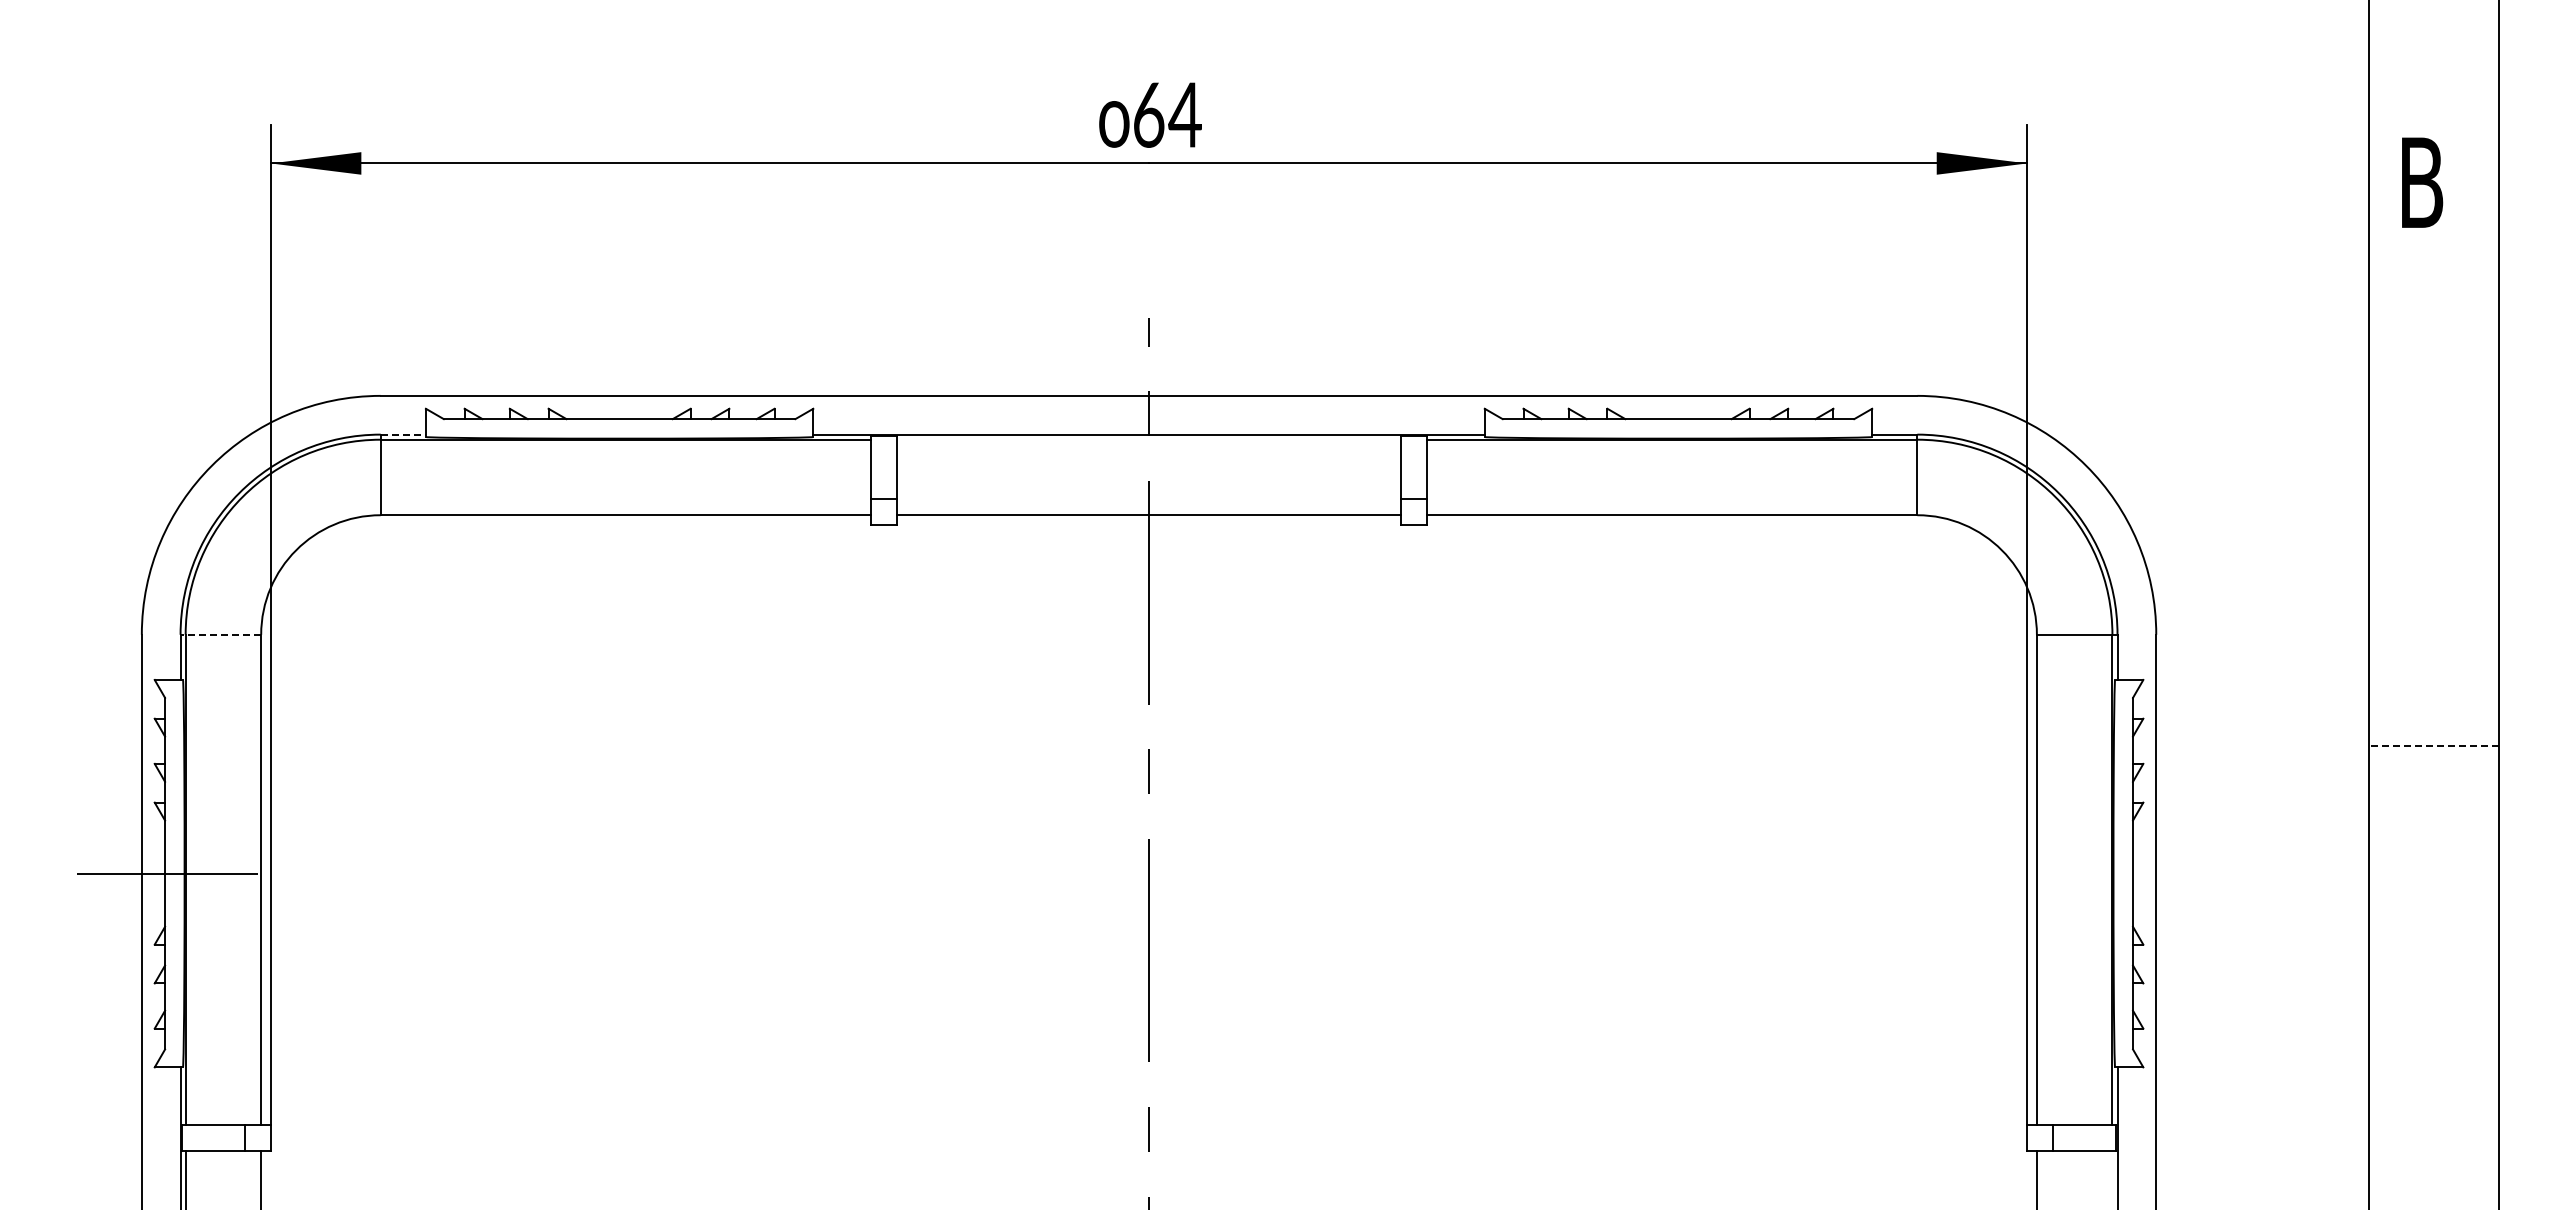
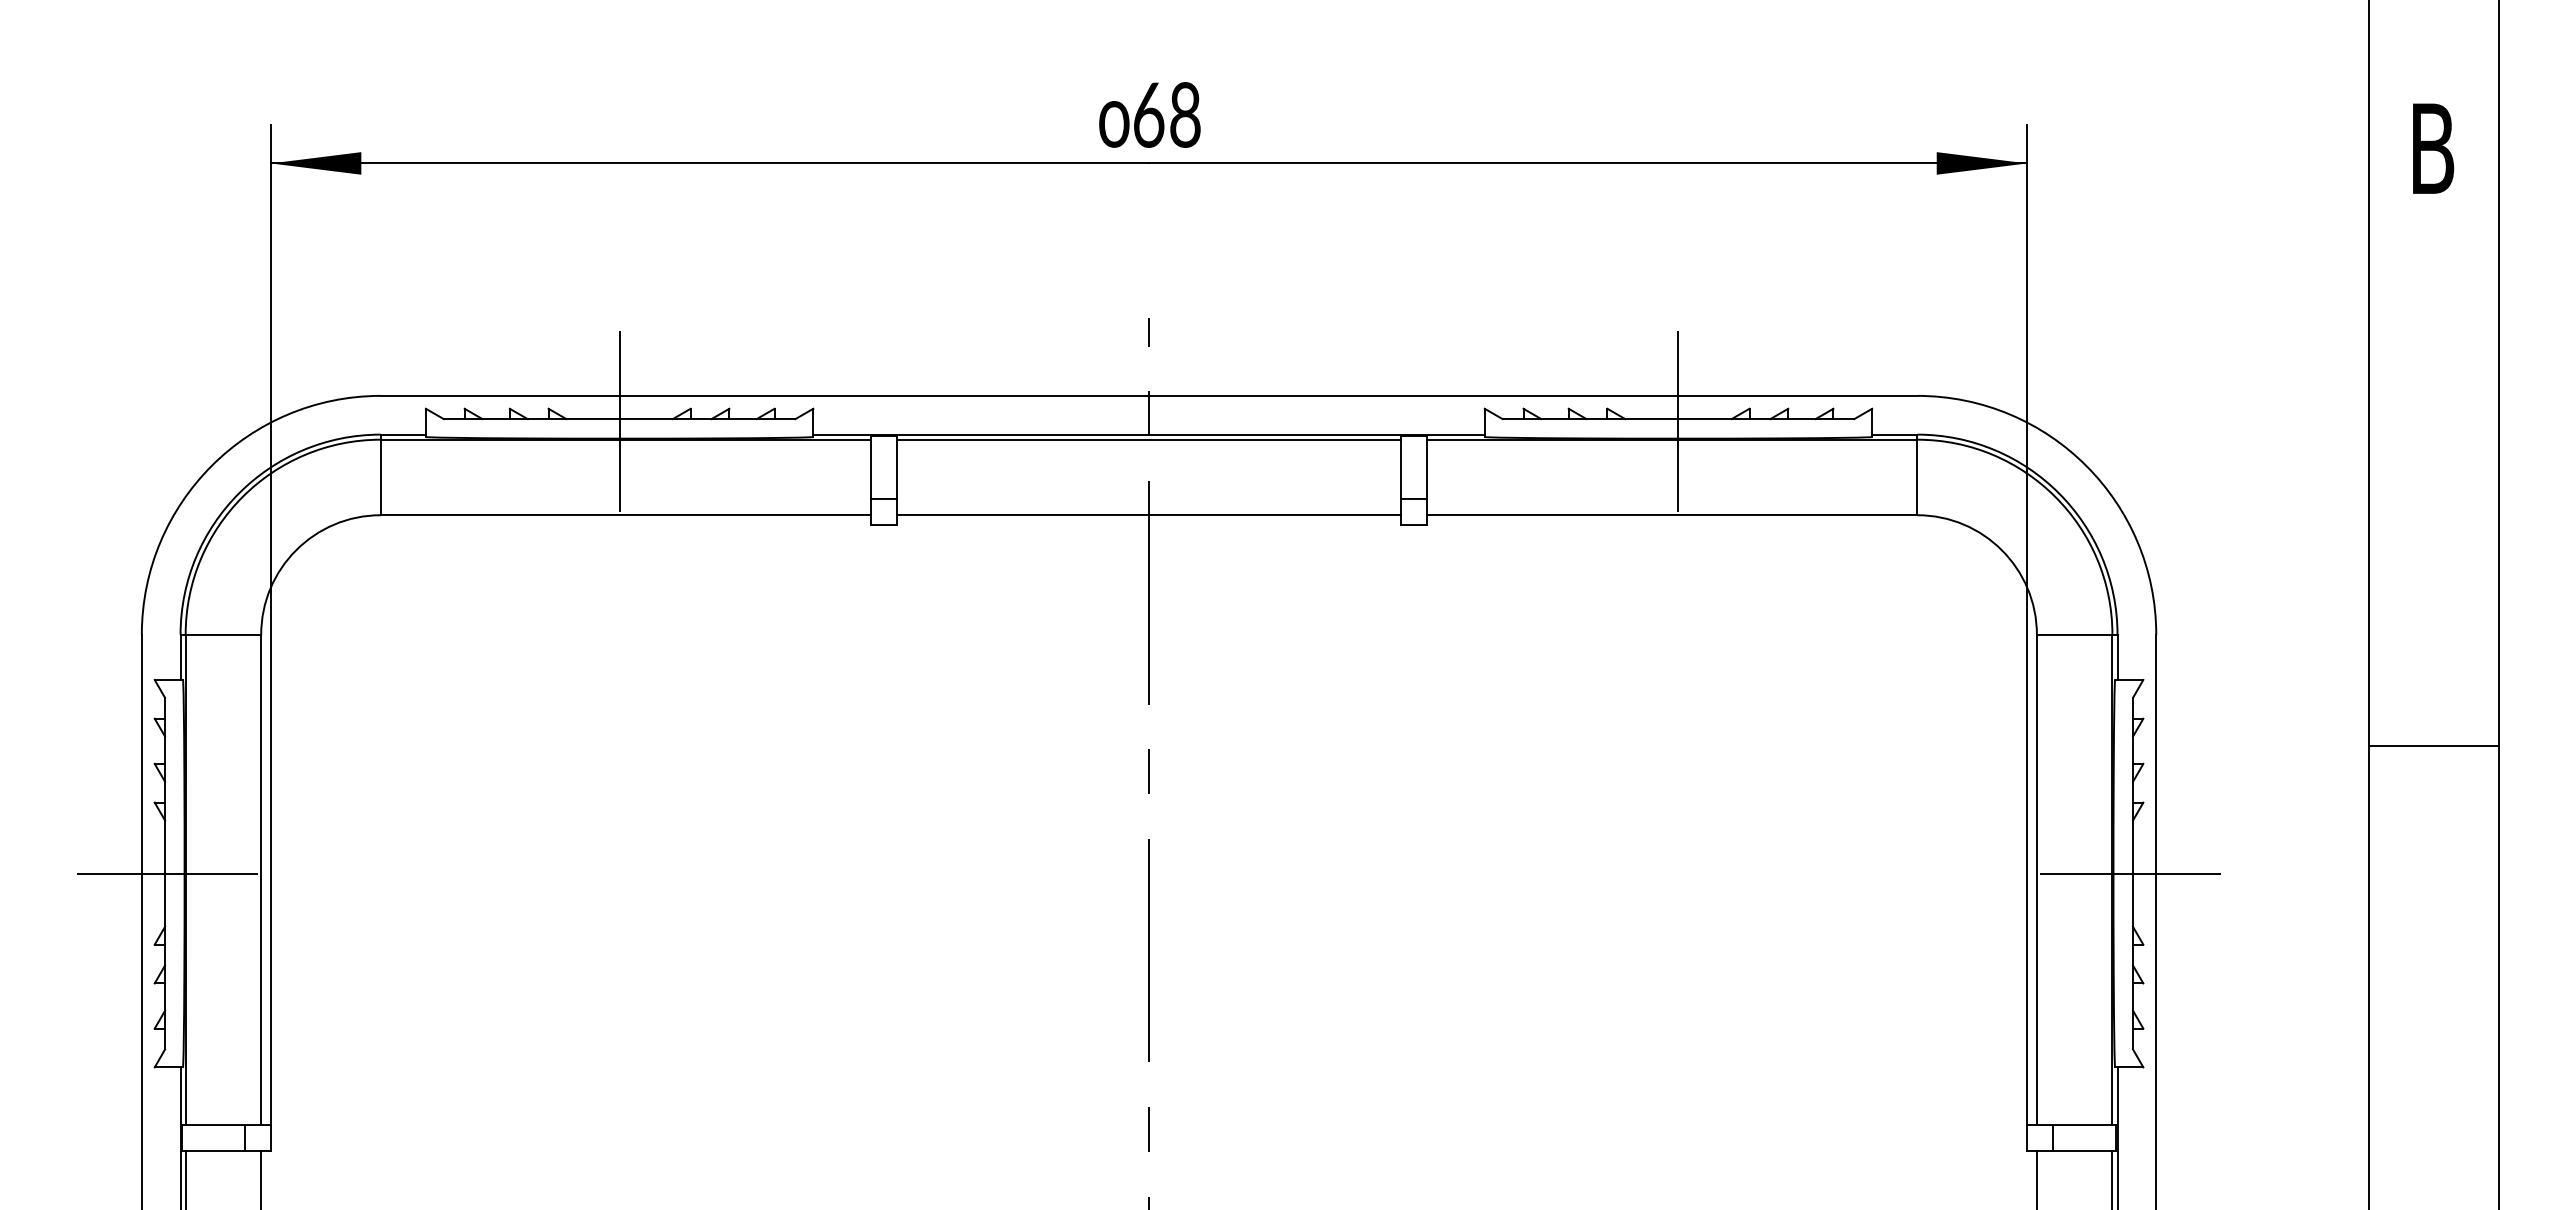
text at (1184, 114): 64 -> 68
text at (2422, 182) position: (2422, 182) -> (2433, 148)
line at (619, 421): none -> present
line at (1678, 421): none -> present
line at (403, 434): dashed -> solid
line at (1148, 439): none -> present
line at (220, 634): dashed -> solid
line at (2434, 745): dashed -> solid
line at (2130, 873): none -> present
line at (2112, 1178): none -> present
